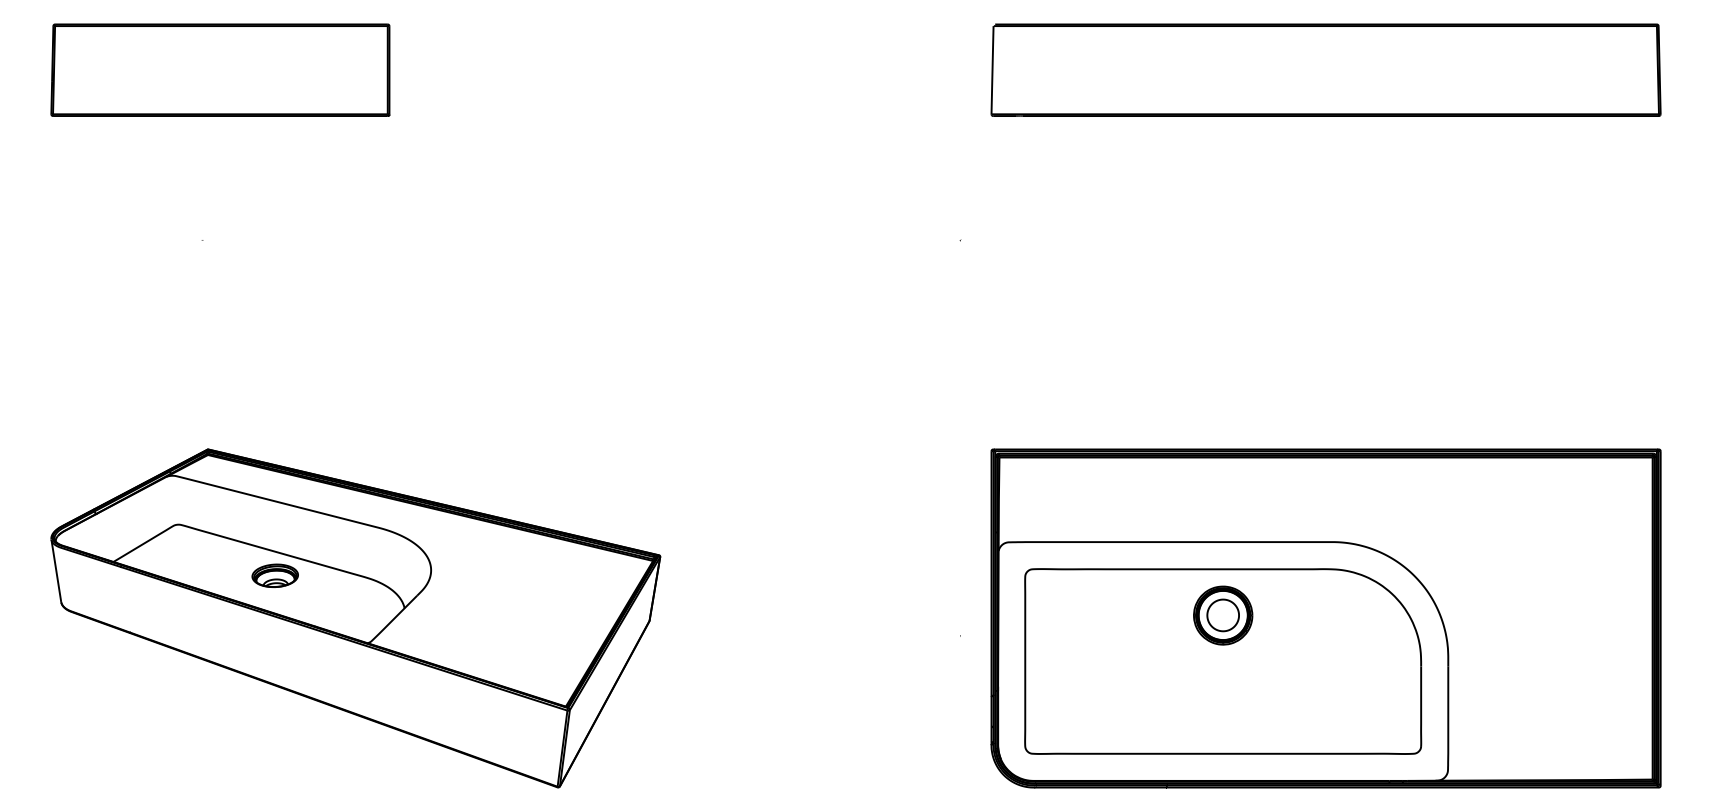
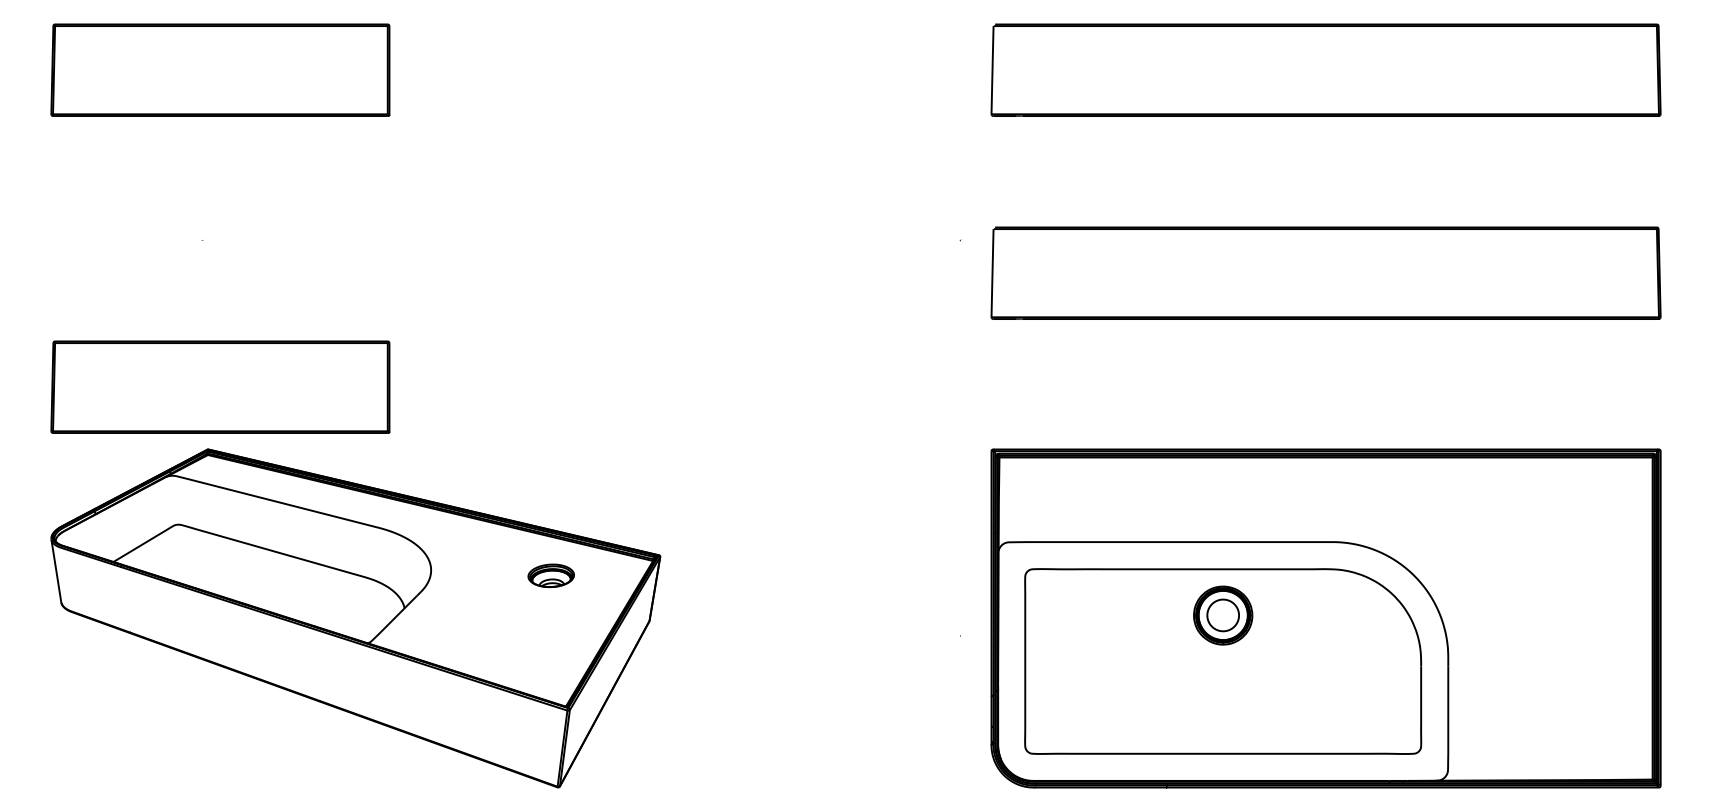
part at (1325, 272): none -> present
part at (220, 386): none -> present
part at (274, 575) position: (274, 575) -> (550, 575)
